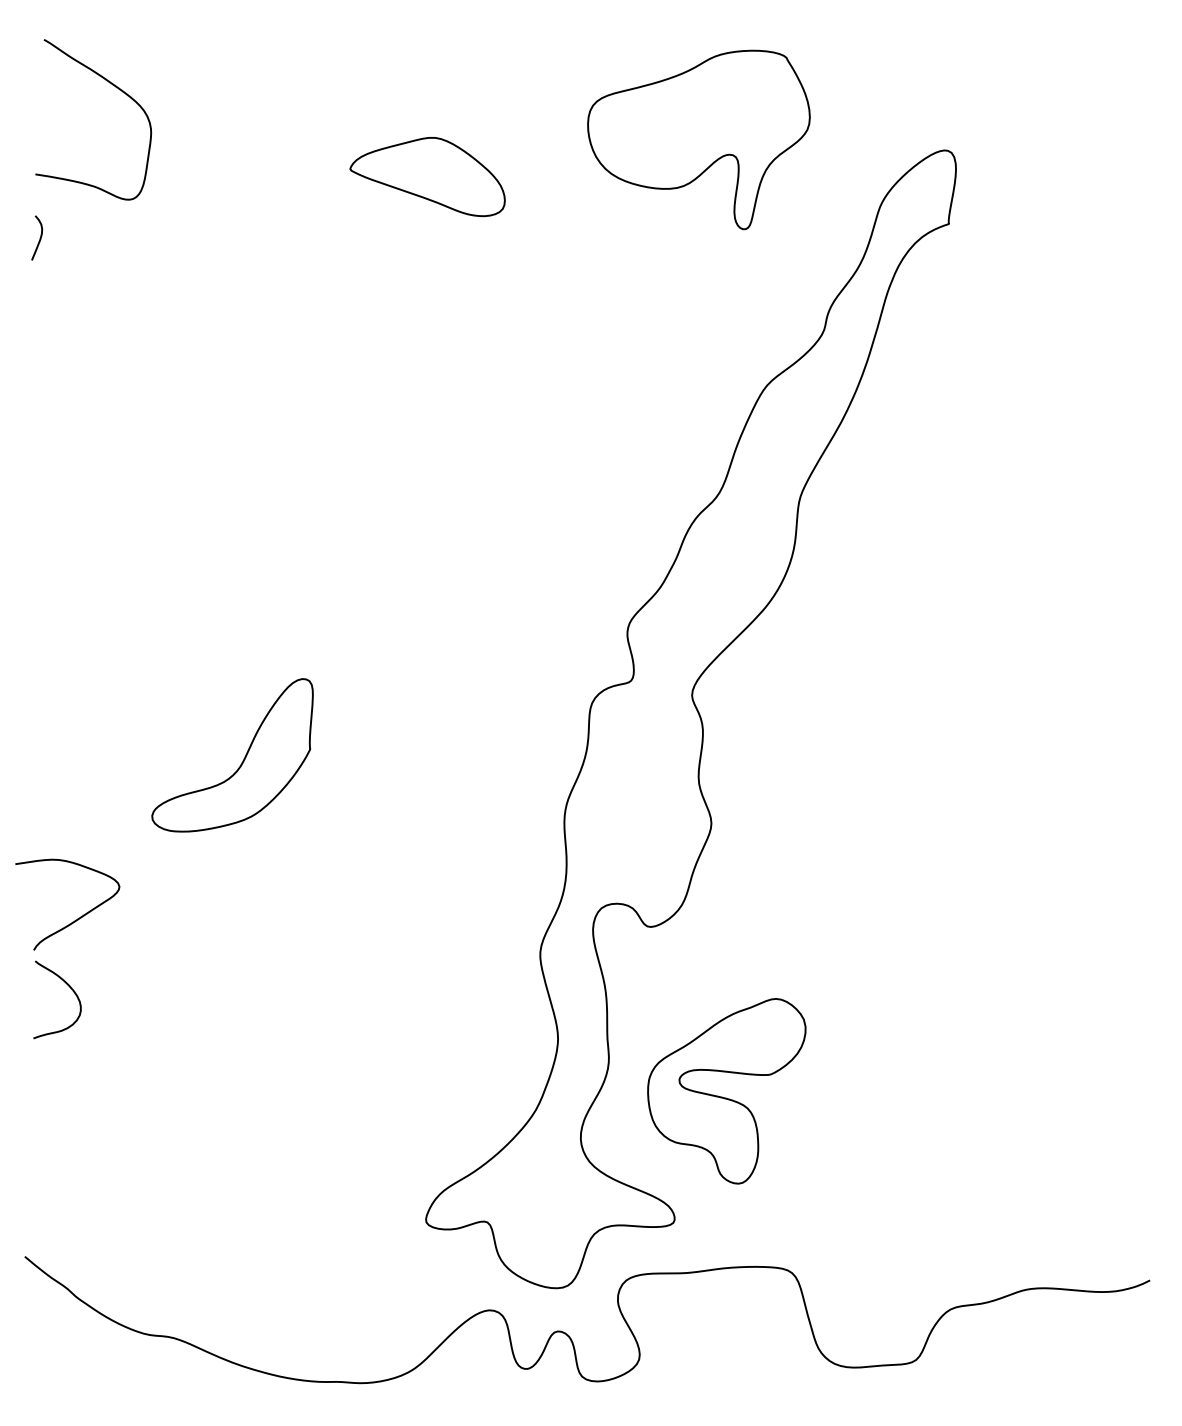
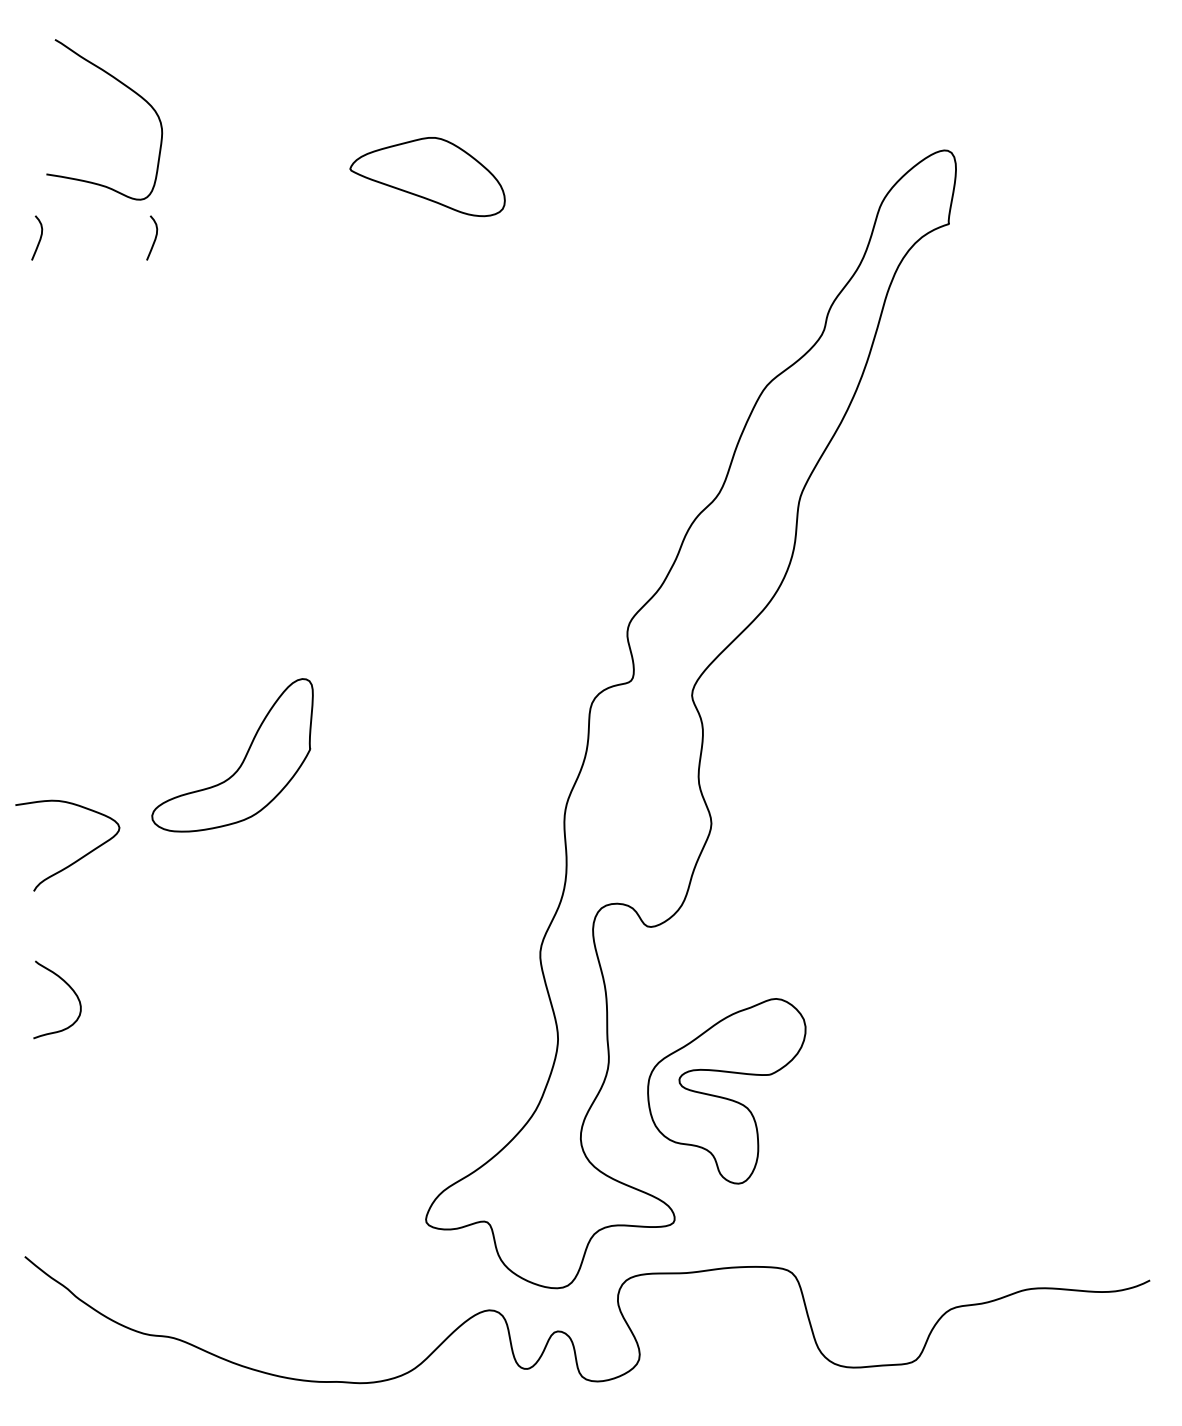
curve at (115, 87) position: (115, 87) -> (126, 87)
part at (698, 139): present -> none
curve at (154, 238): none -> present
curve at (77, 918) position: (77, 918) -> (77, 859)
